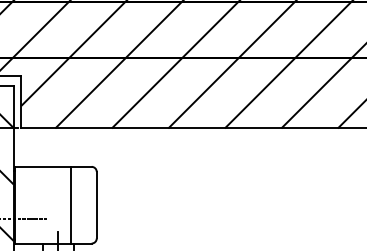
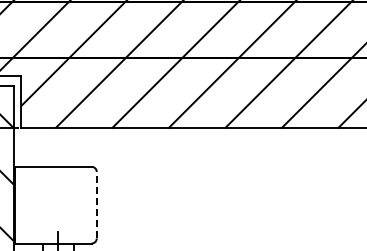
line at (71, 204): present -> none
line at (96, 204): solid -> dashed
line at (24, 219): present -> none
